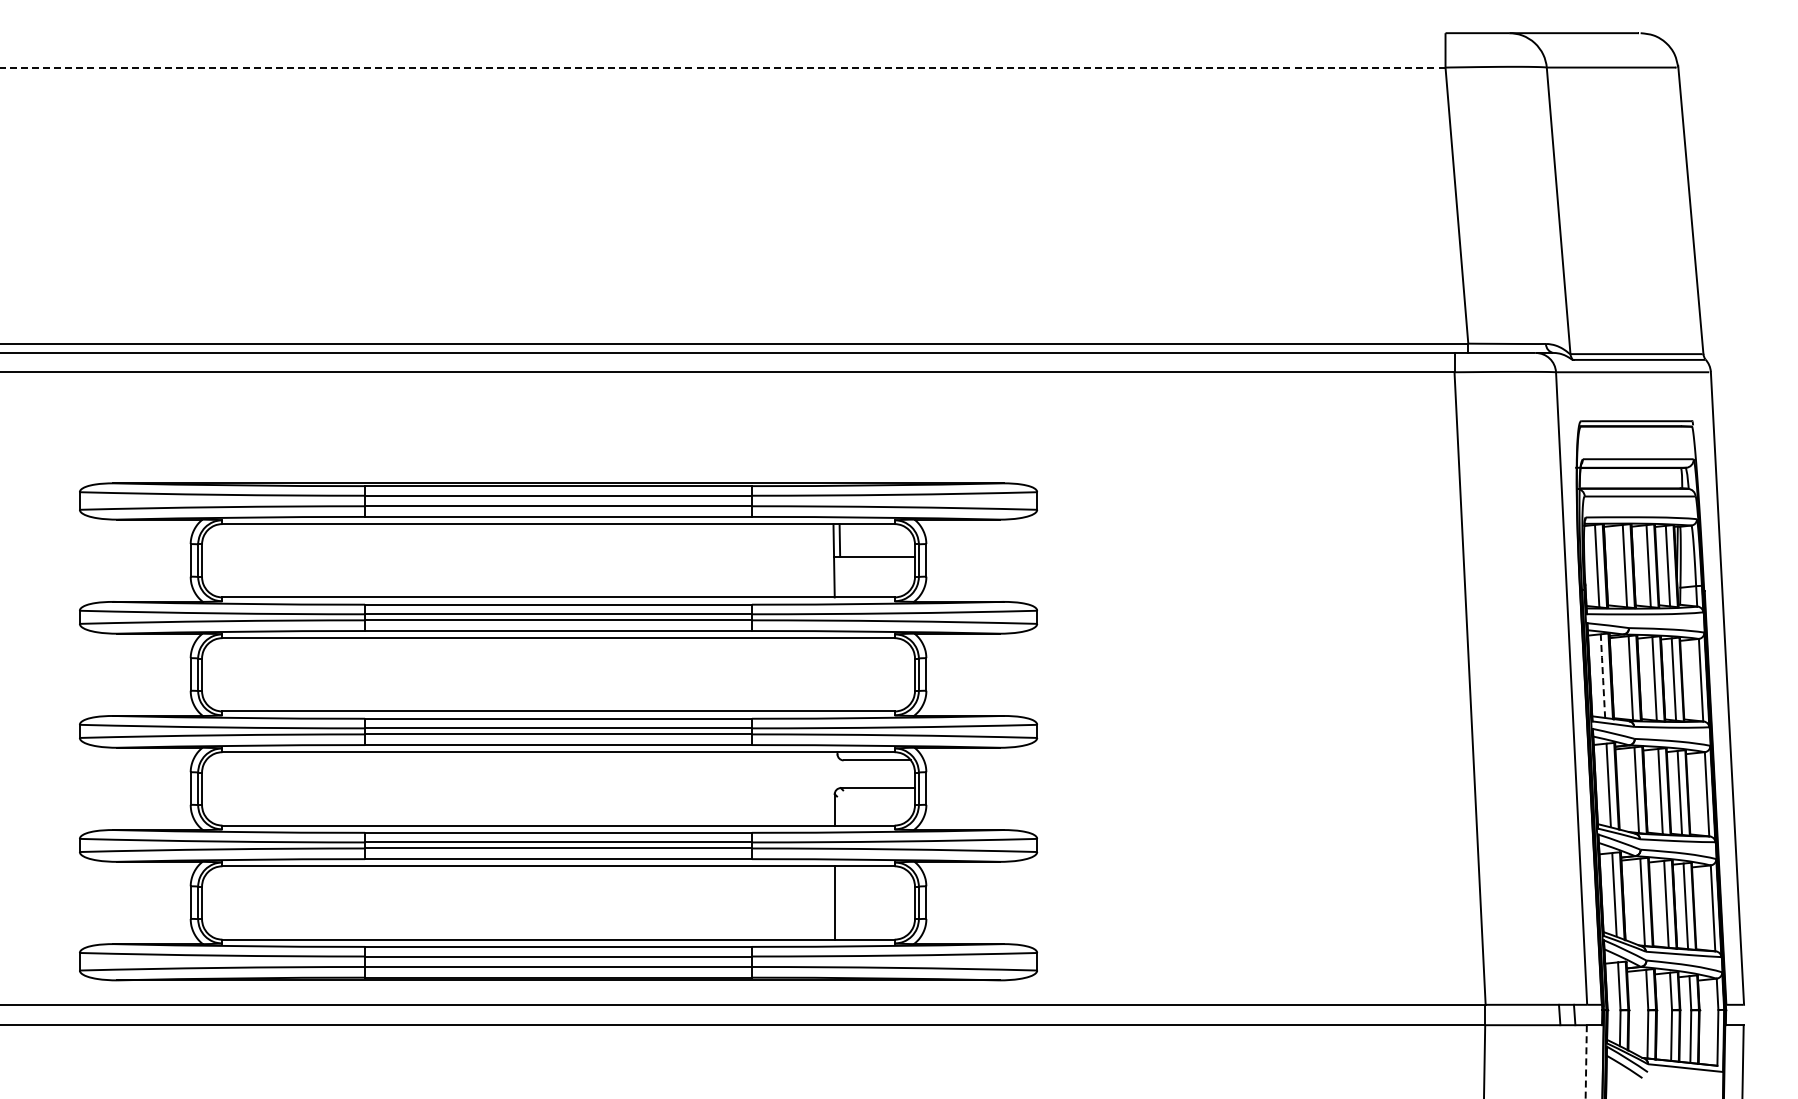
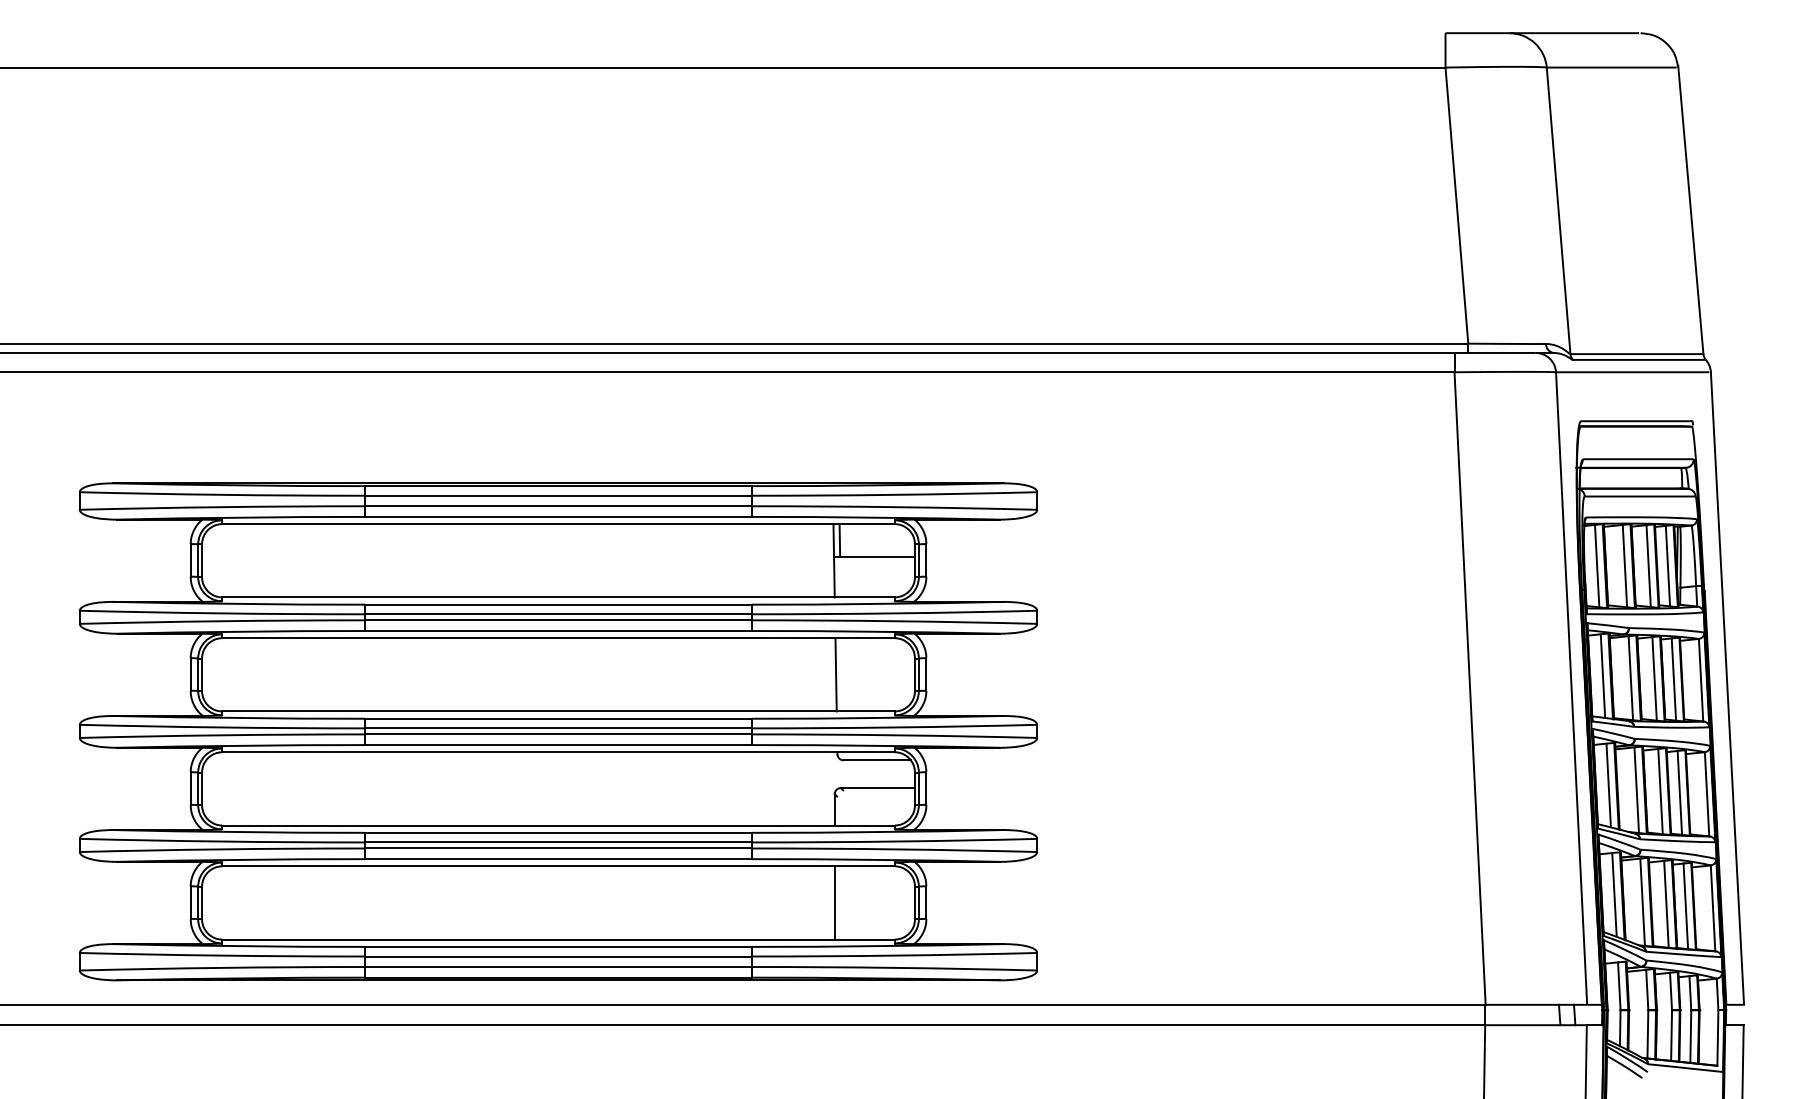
line at (722, 67): dashed -> solid
line at (835, 674): none -> present
line at (1602, 676): dashed -> solid
line at (1586, 1062): dashed -> solid
